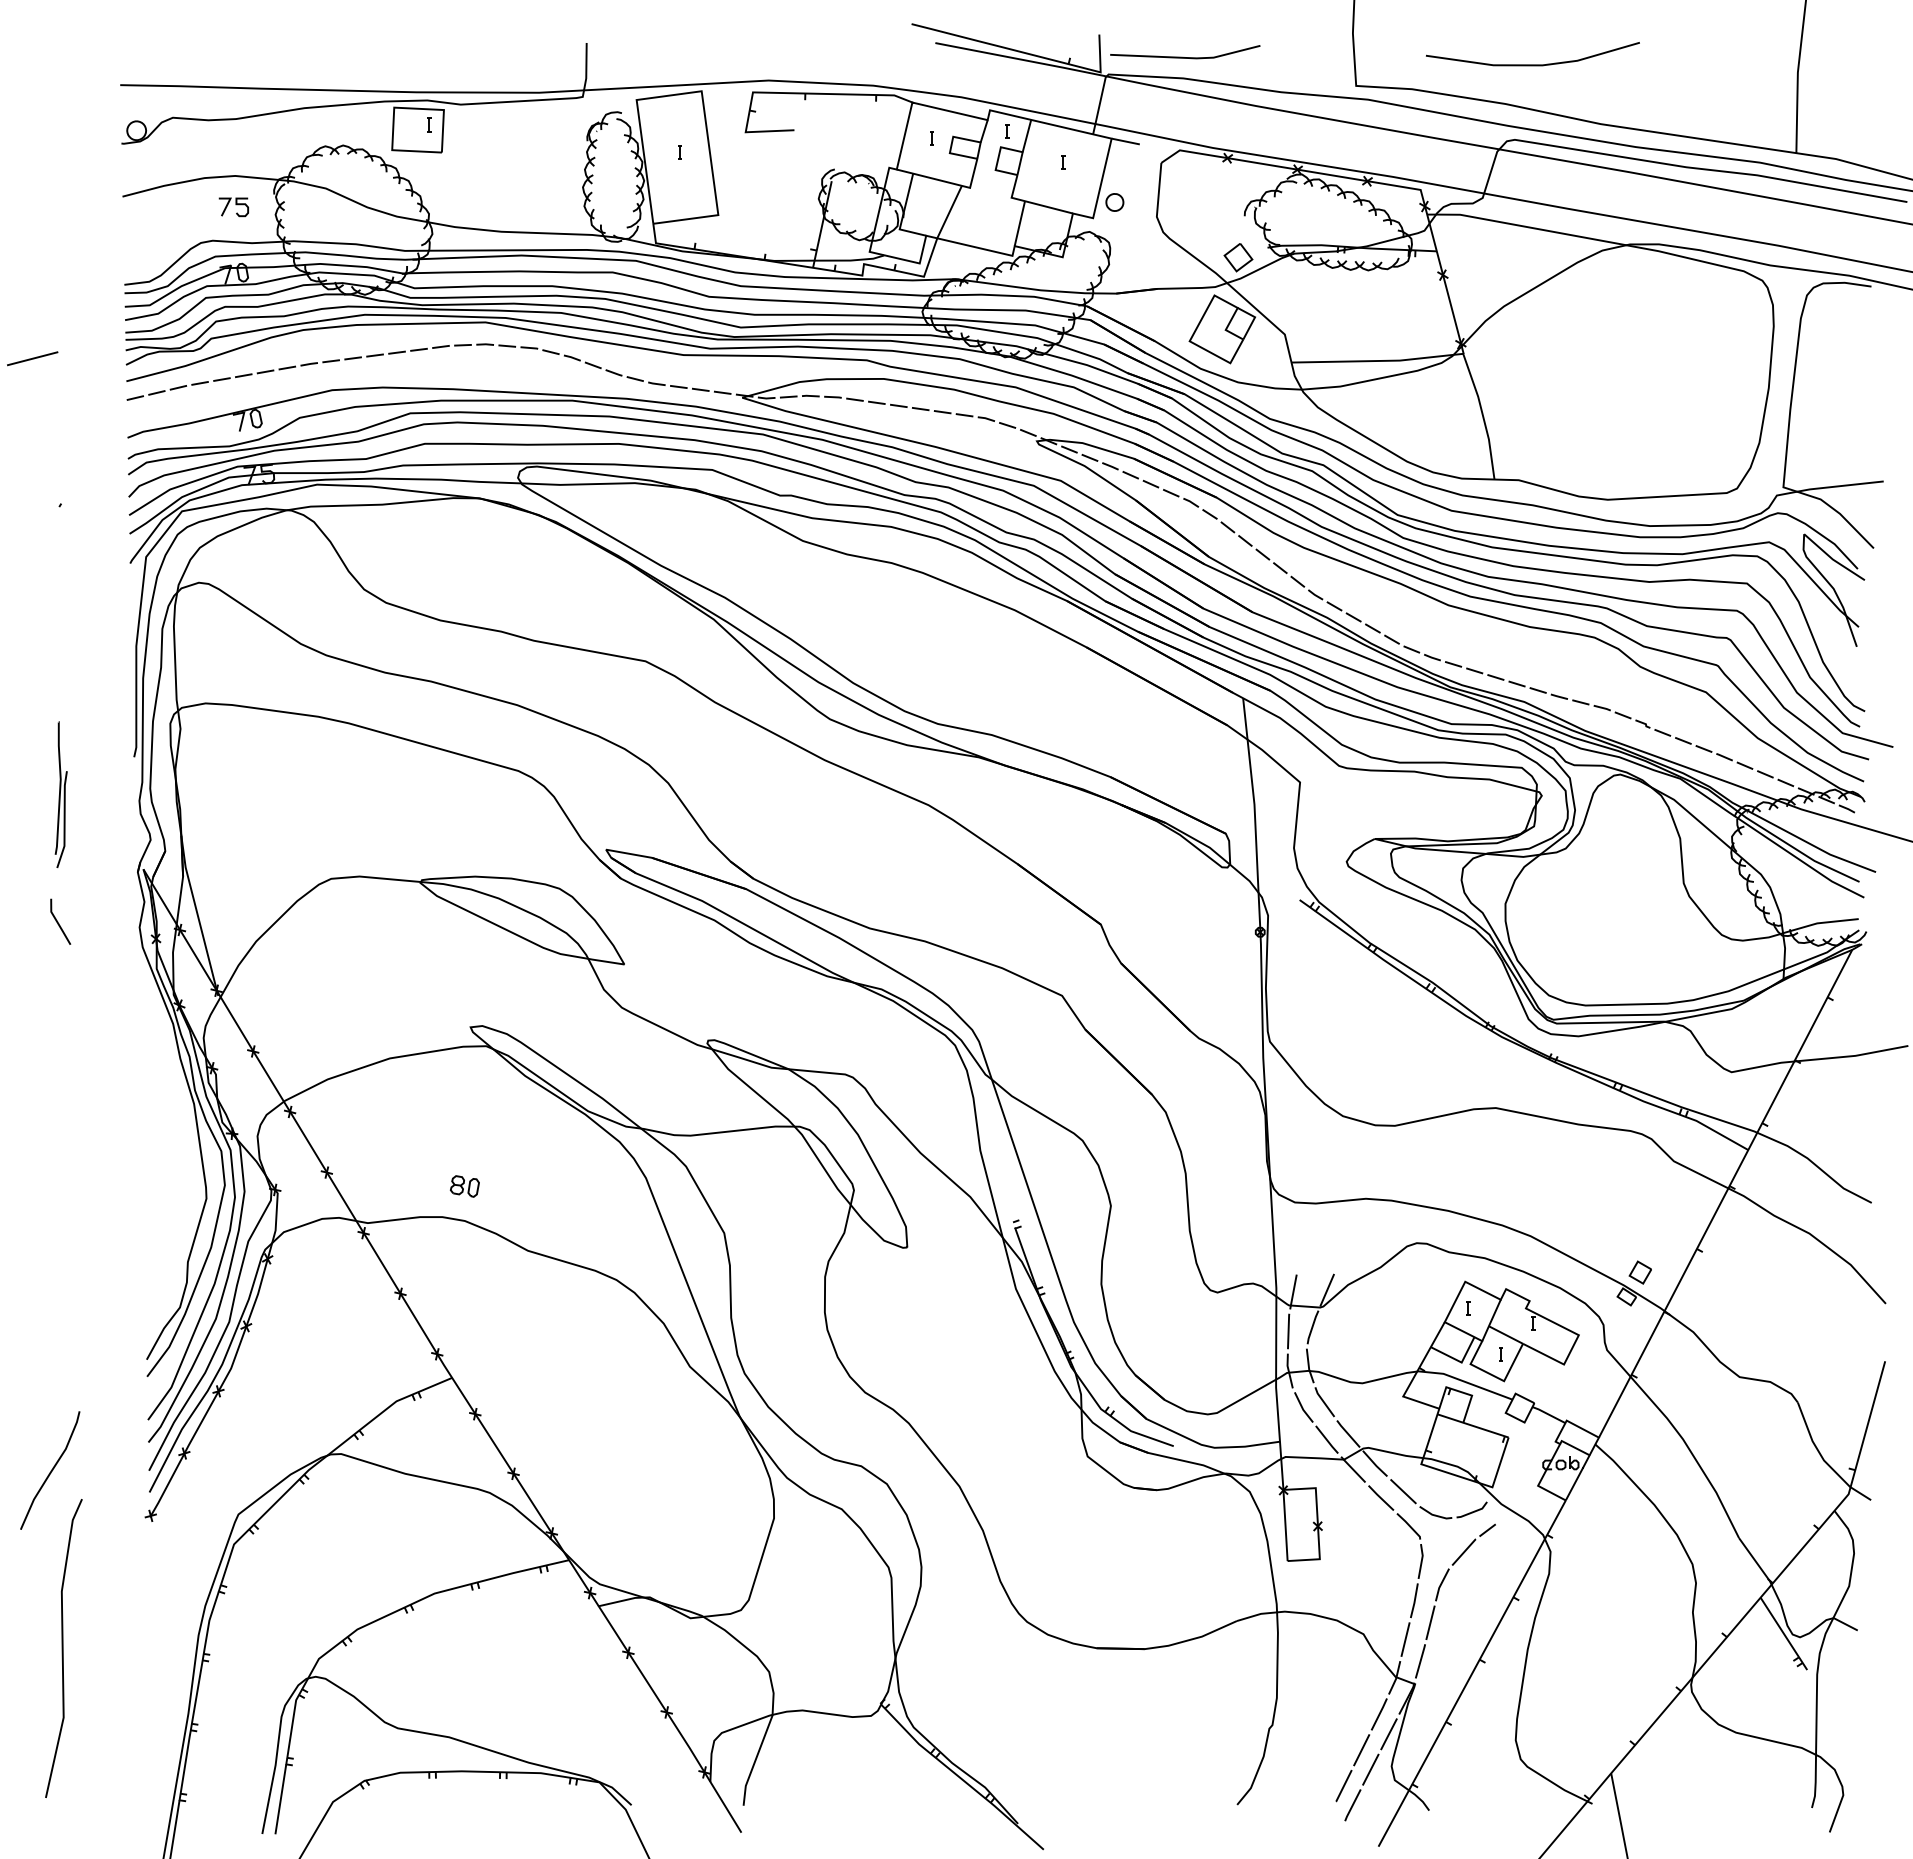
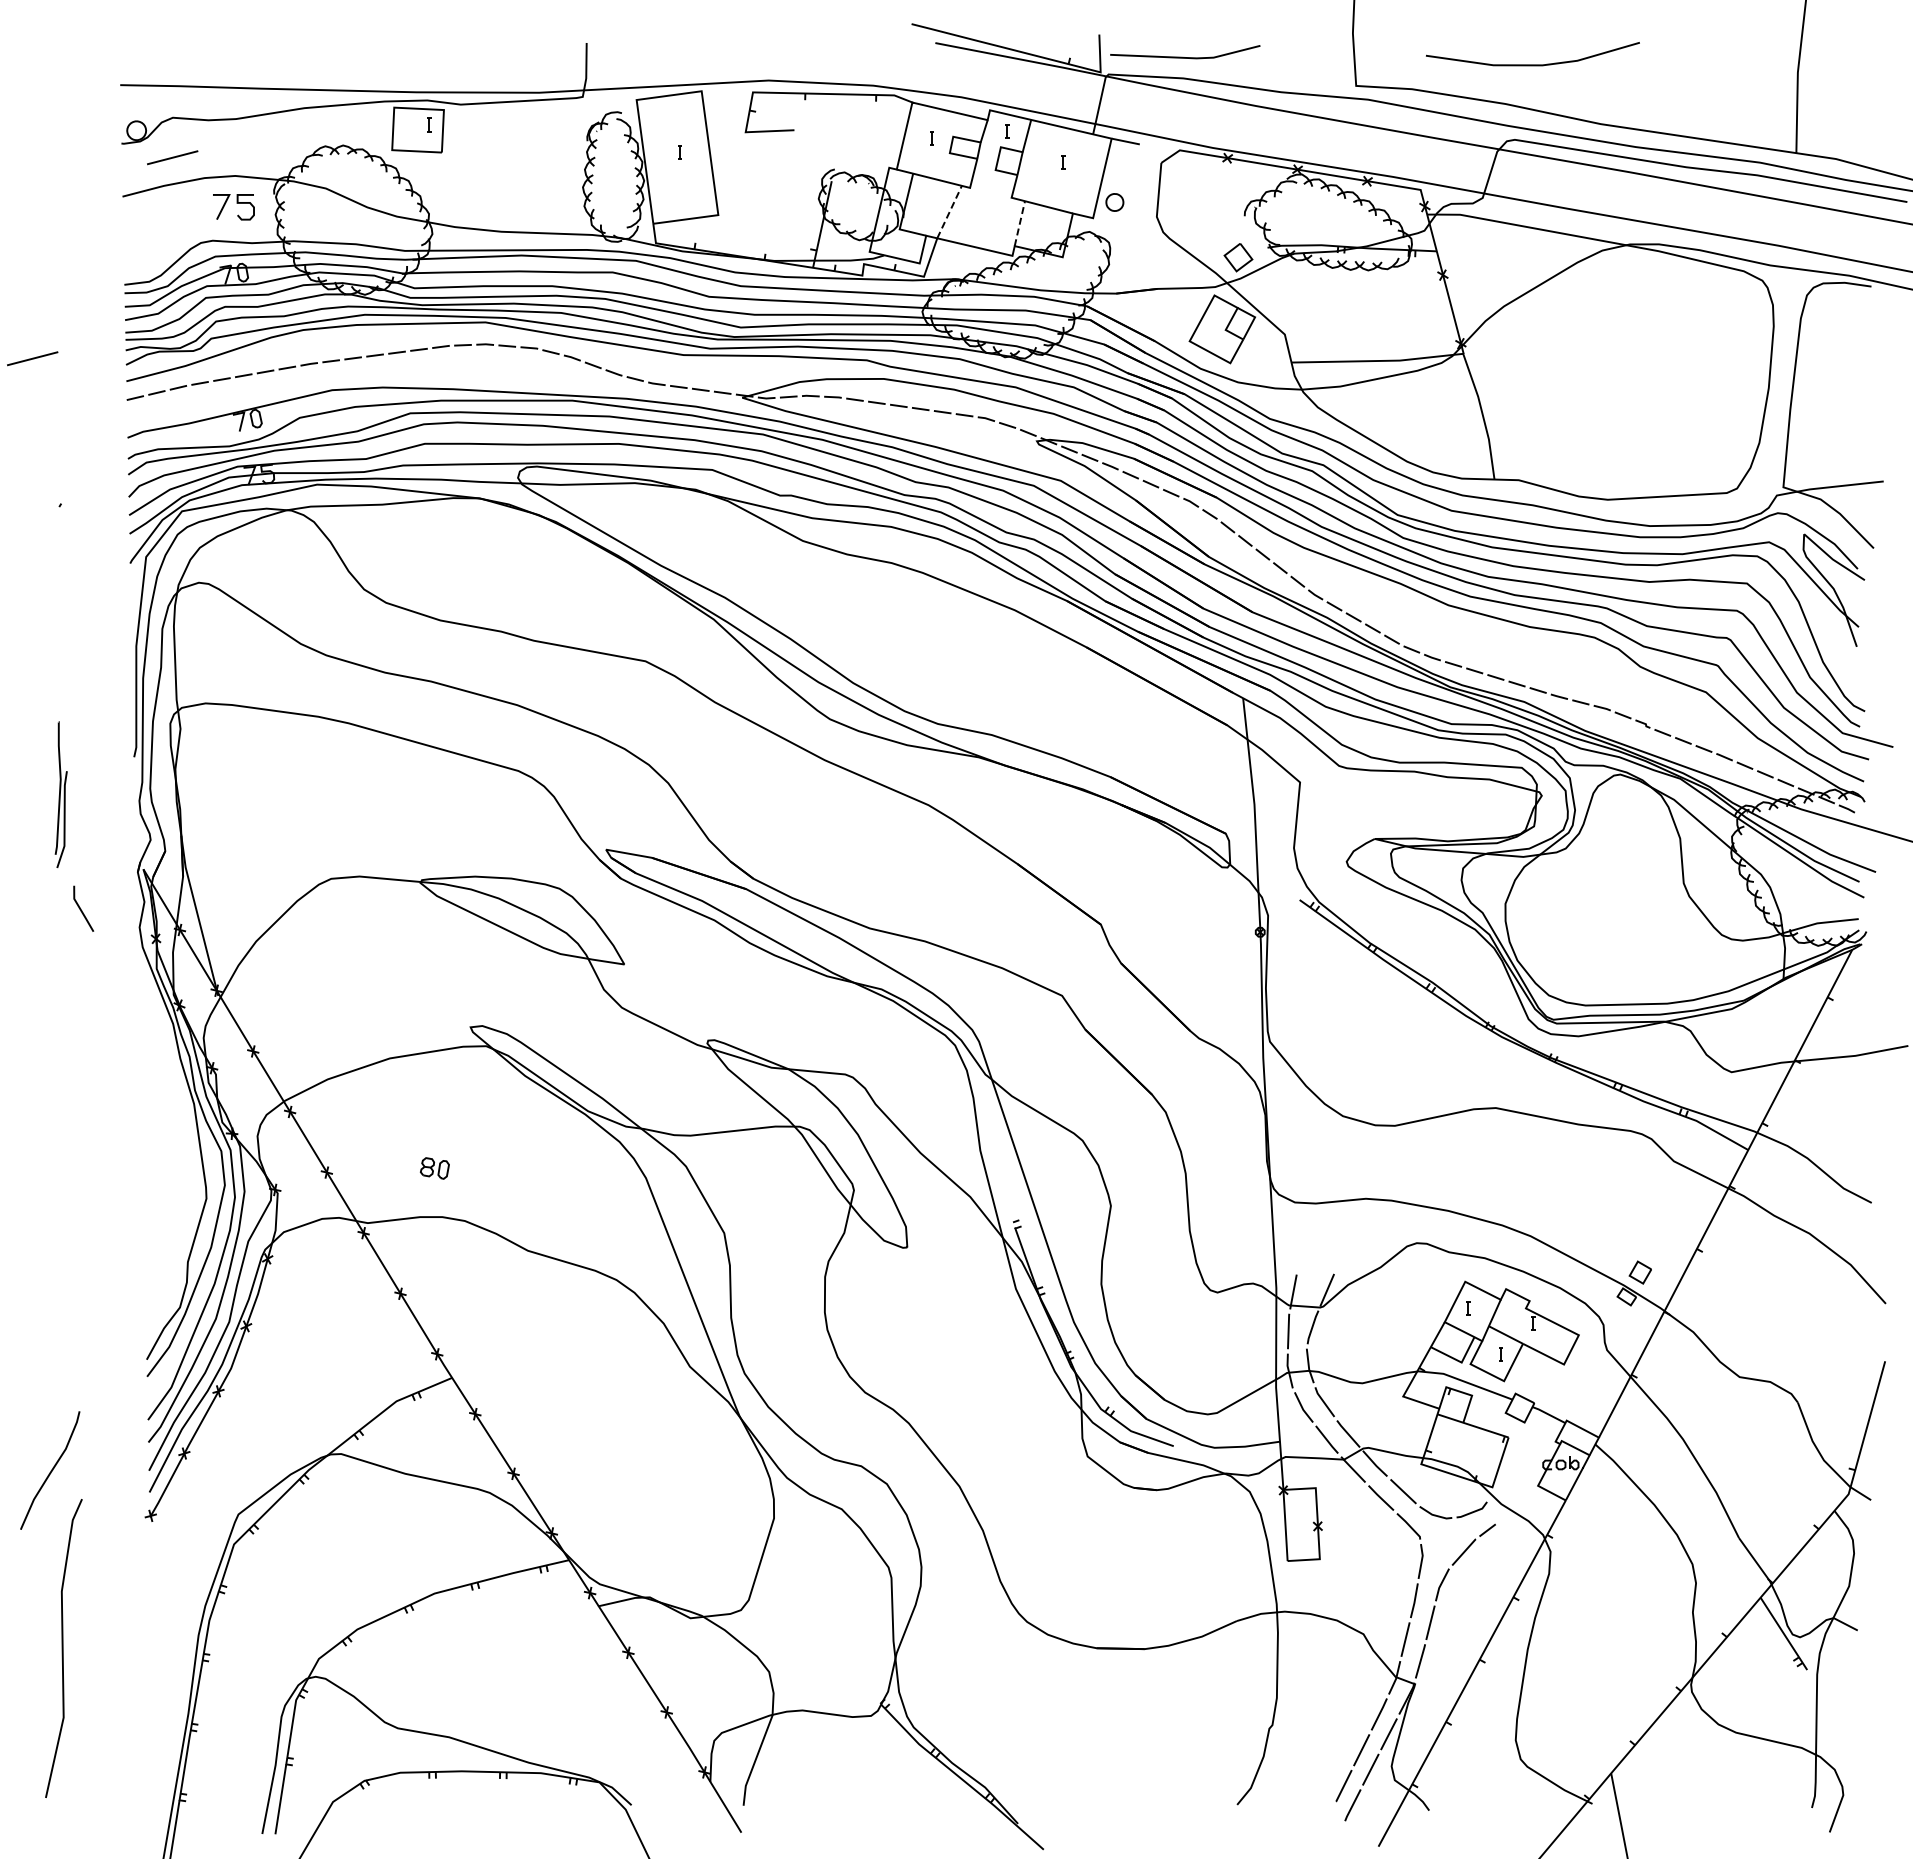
line at (172, 157): none -> present
part at (233, 207) size: 31x21 px -> 42x27 px
line at (949, 212): solid -> dashed
line at (1019, 223): solid -> dashed
line at (58, 921) position: (58, 921) -> (81, 908)
part at (464, 1186) position: (464, 1186) -> (434, 1168)
